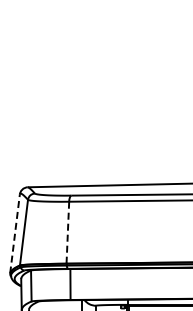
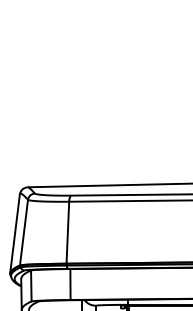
line at (67, 233): dashed -> solid
line at (15, 234): dashed -> solid
